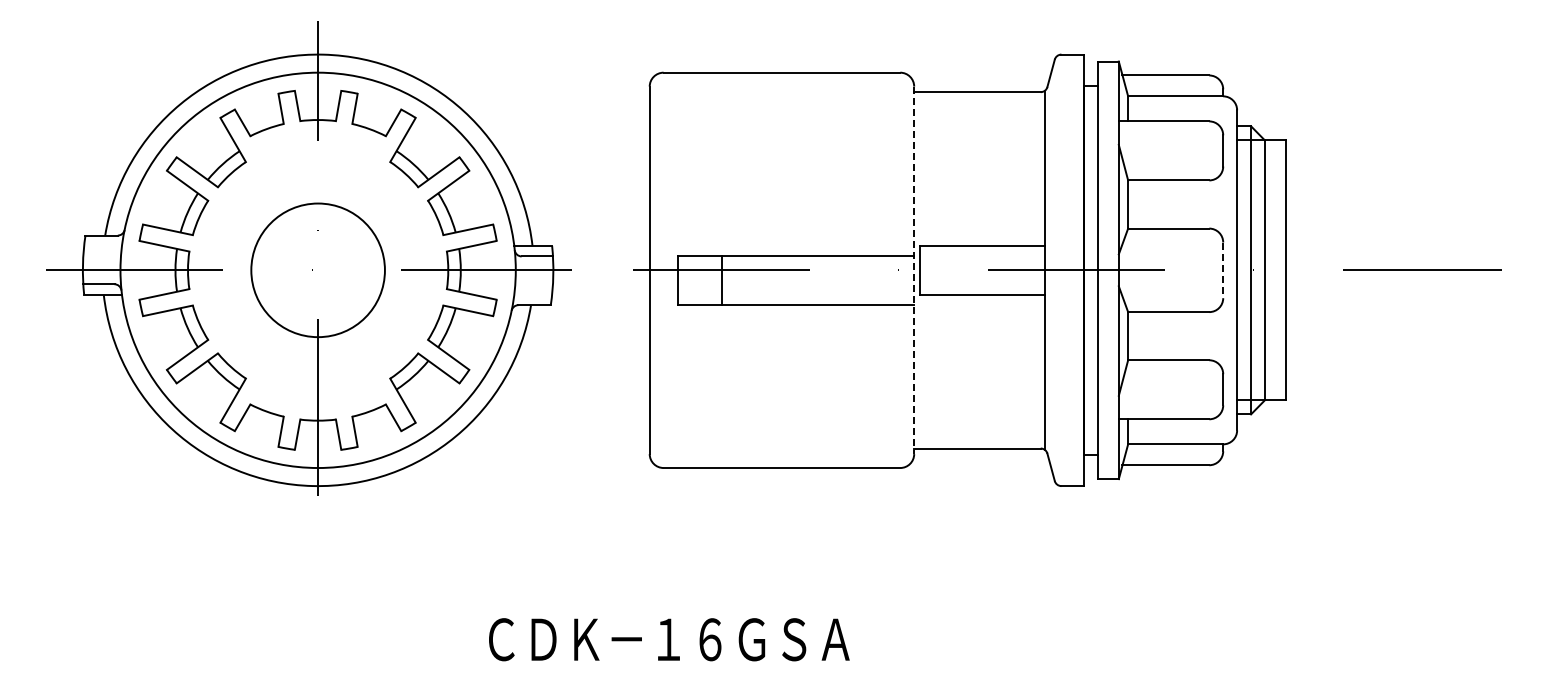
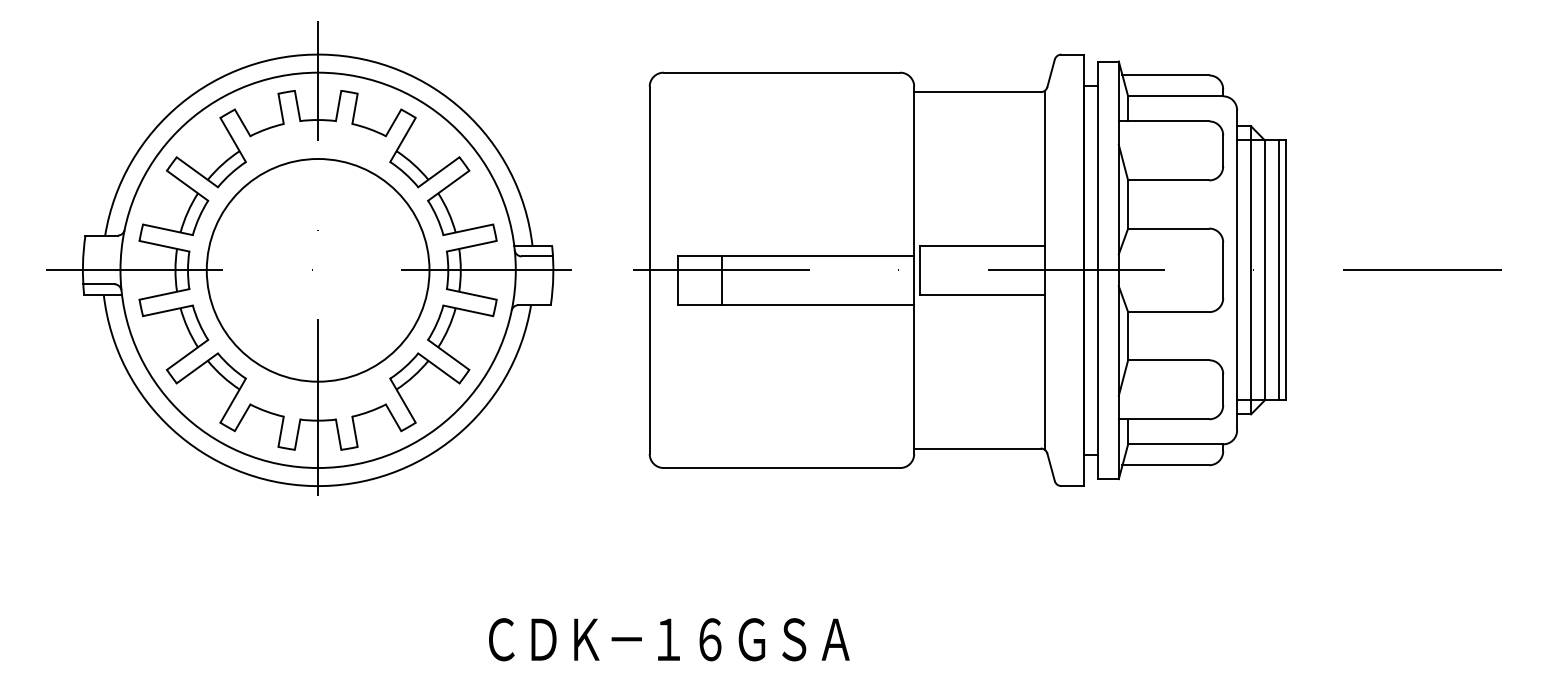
circle at (317, 270) diameter: 134 px -> 223 px
line at (914, 270): dashed -> solid
line at (1223, 270): dashed -> solid
line at (1278, 270): none -> present
